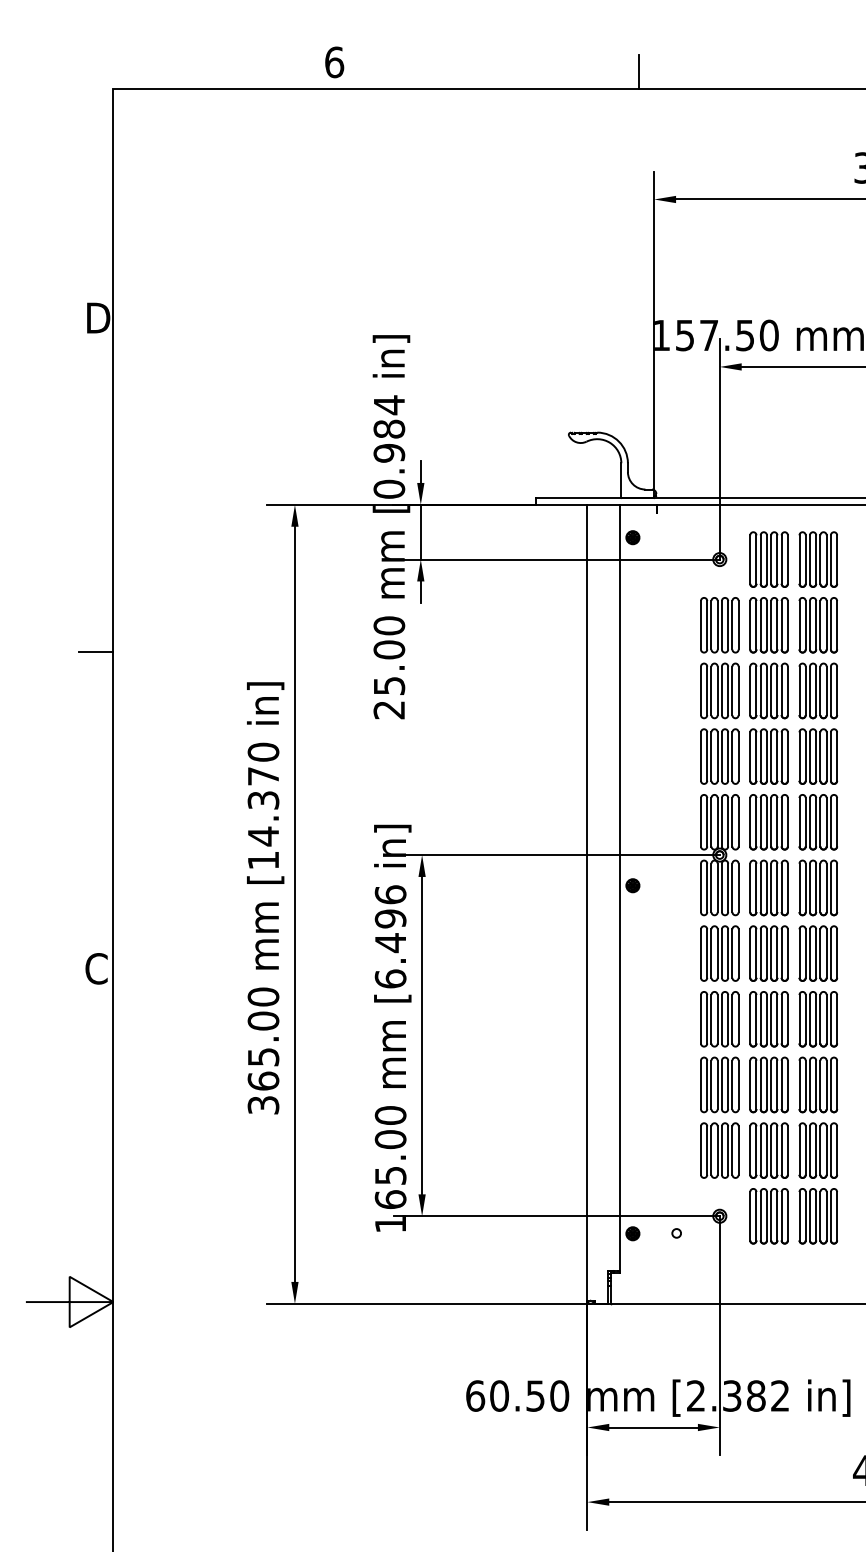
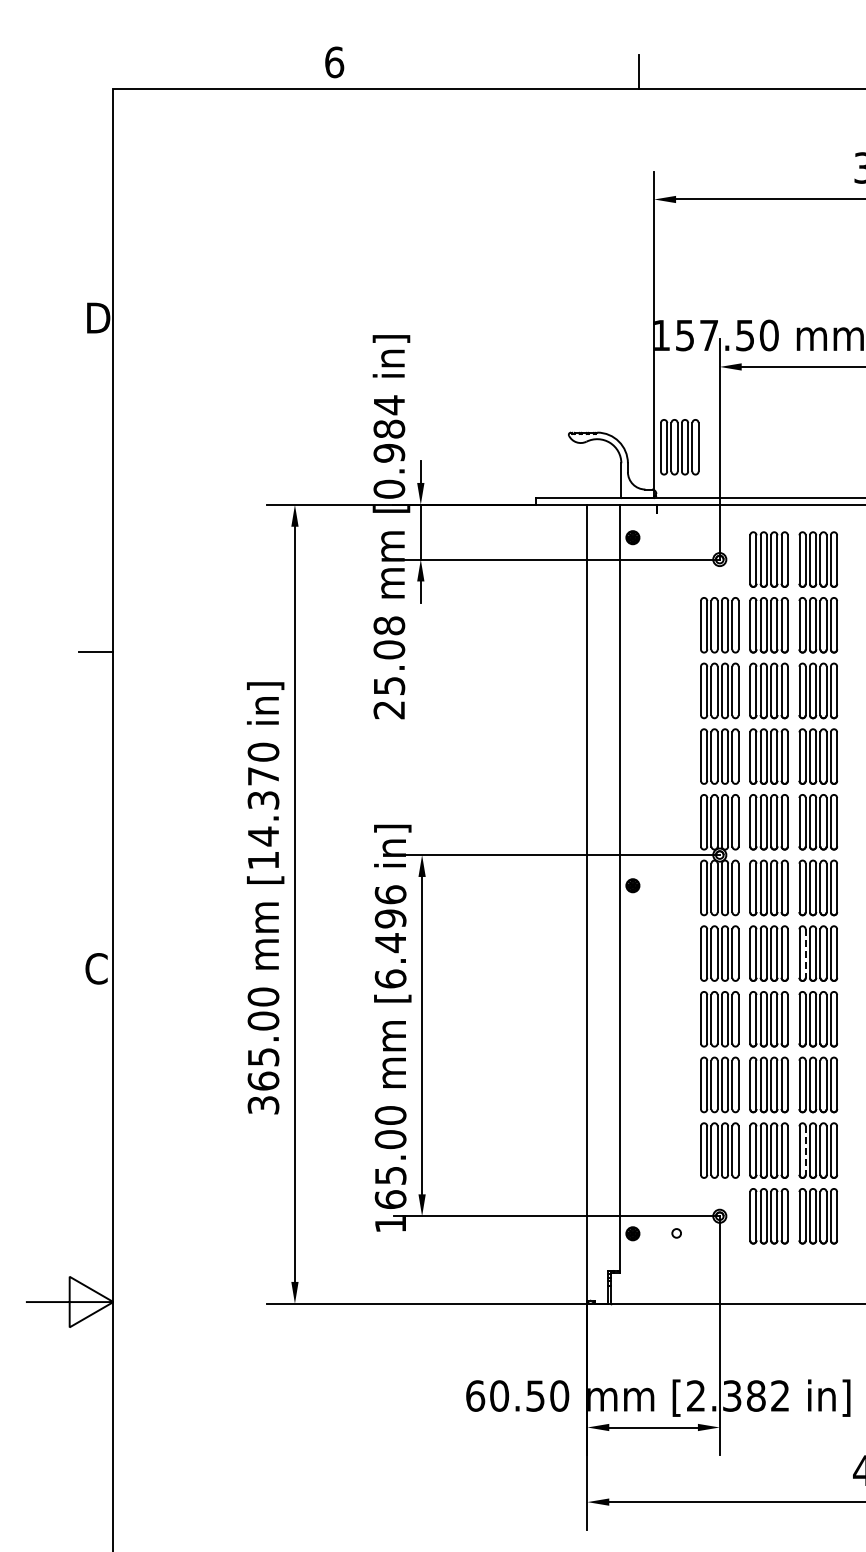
part at (679, 447): none -> present
text at (388, 625): 25.00 -> 25.08
line at (805, 954): solid -> dashed
line at (805, 1151): solid -> dashed
